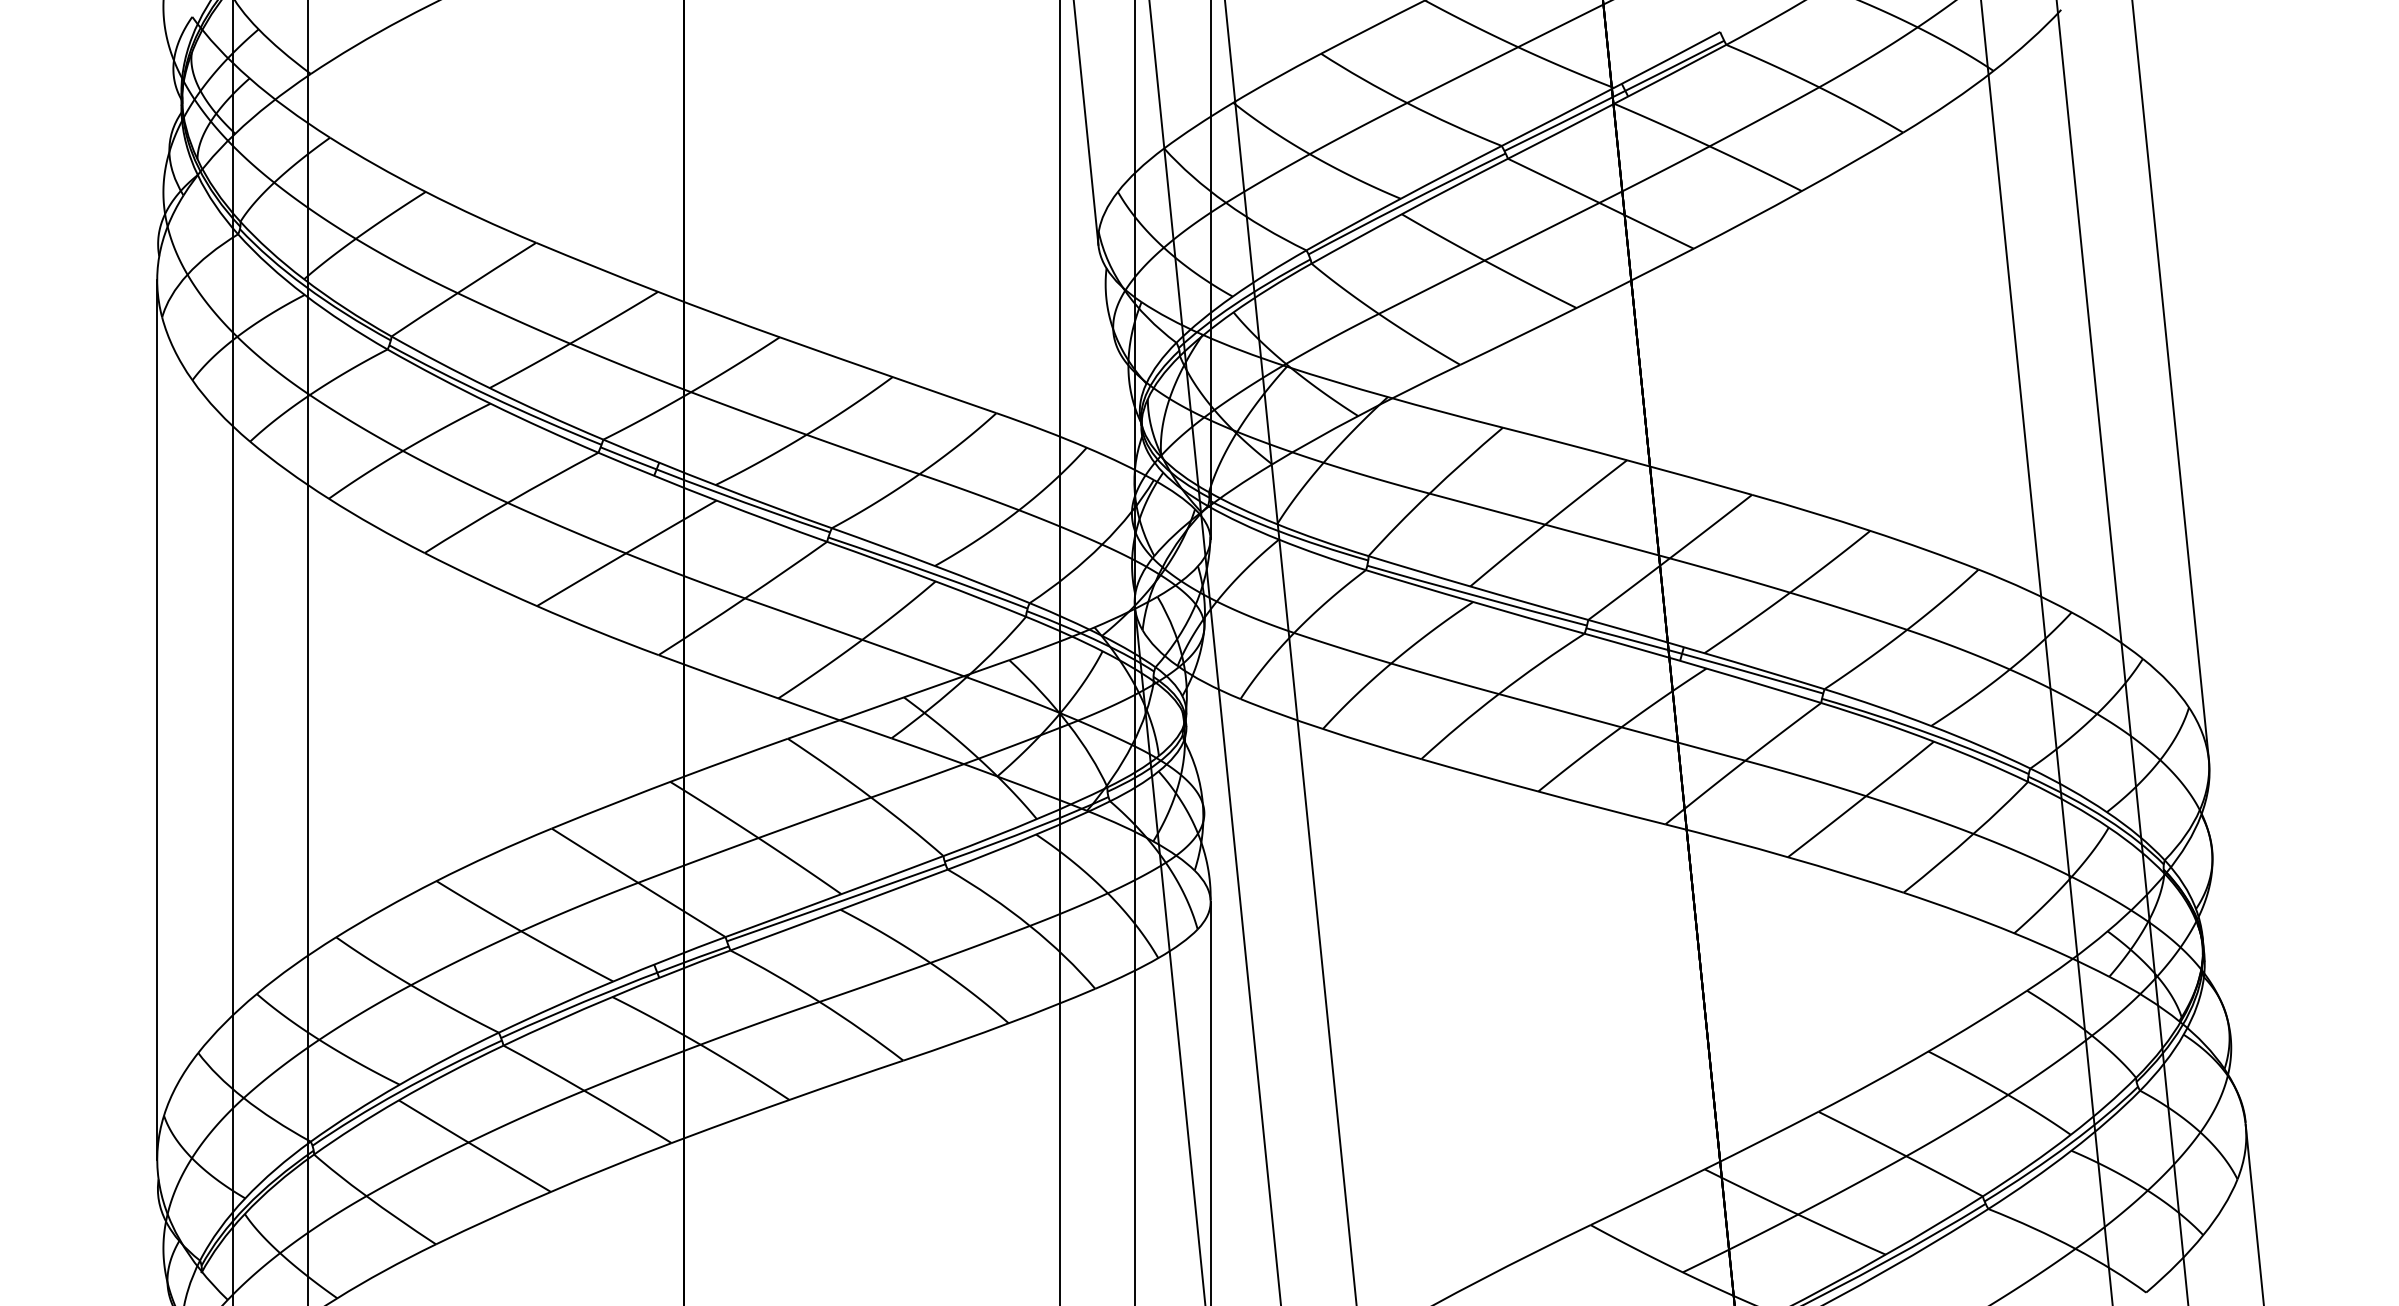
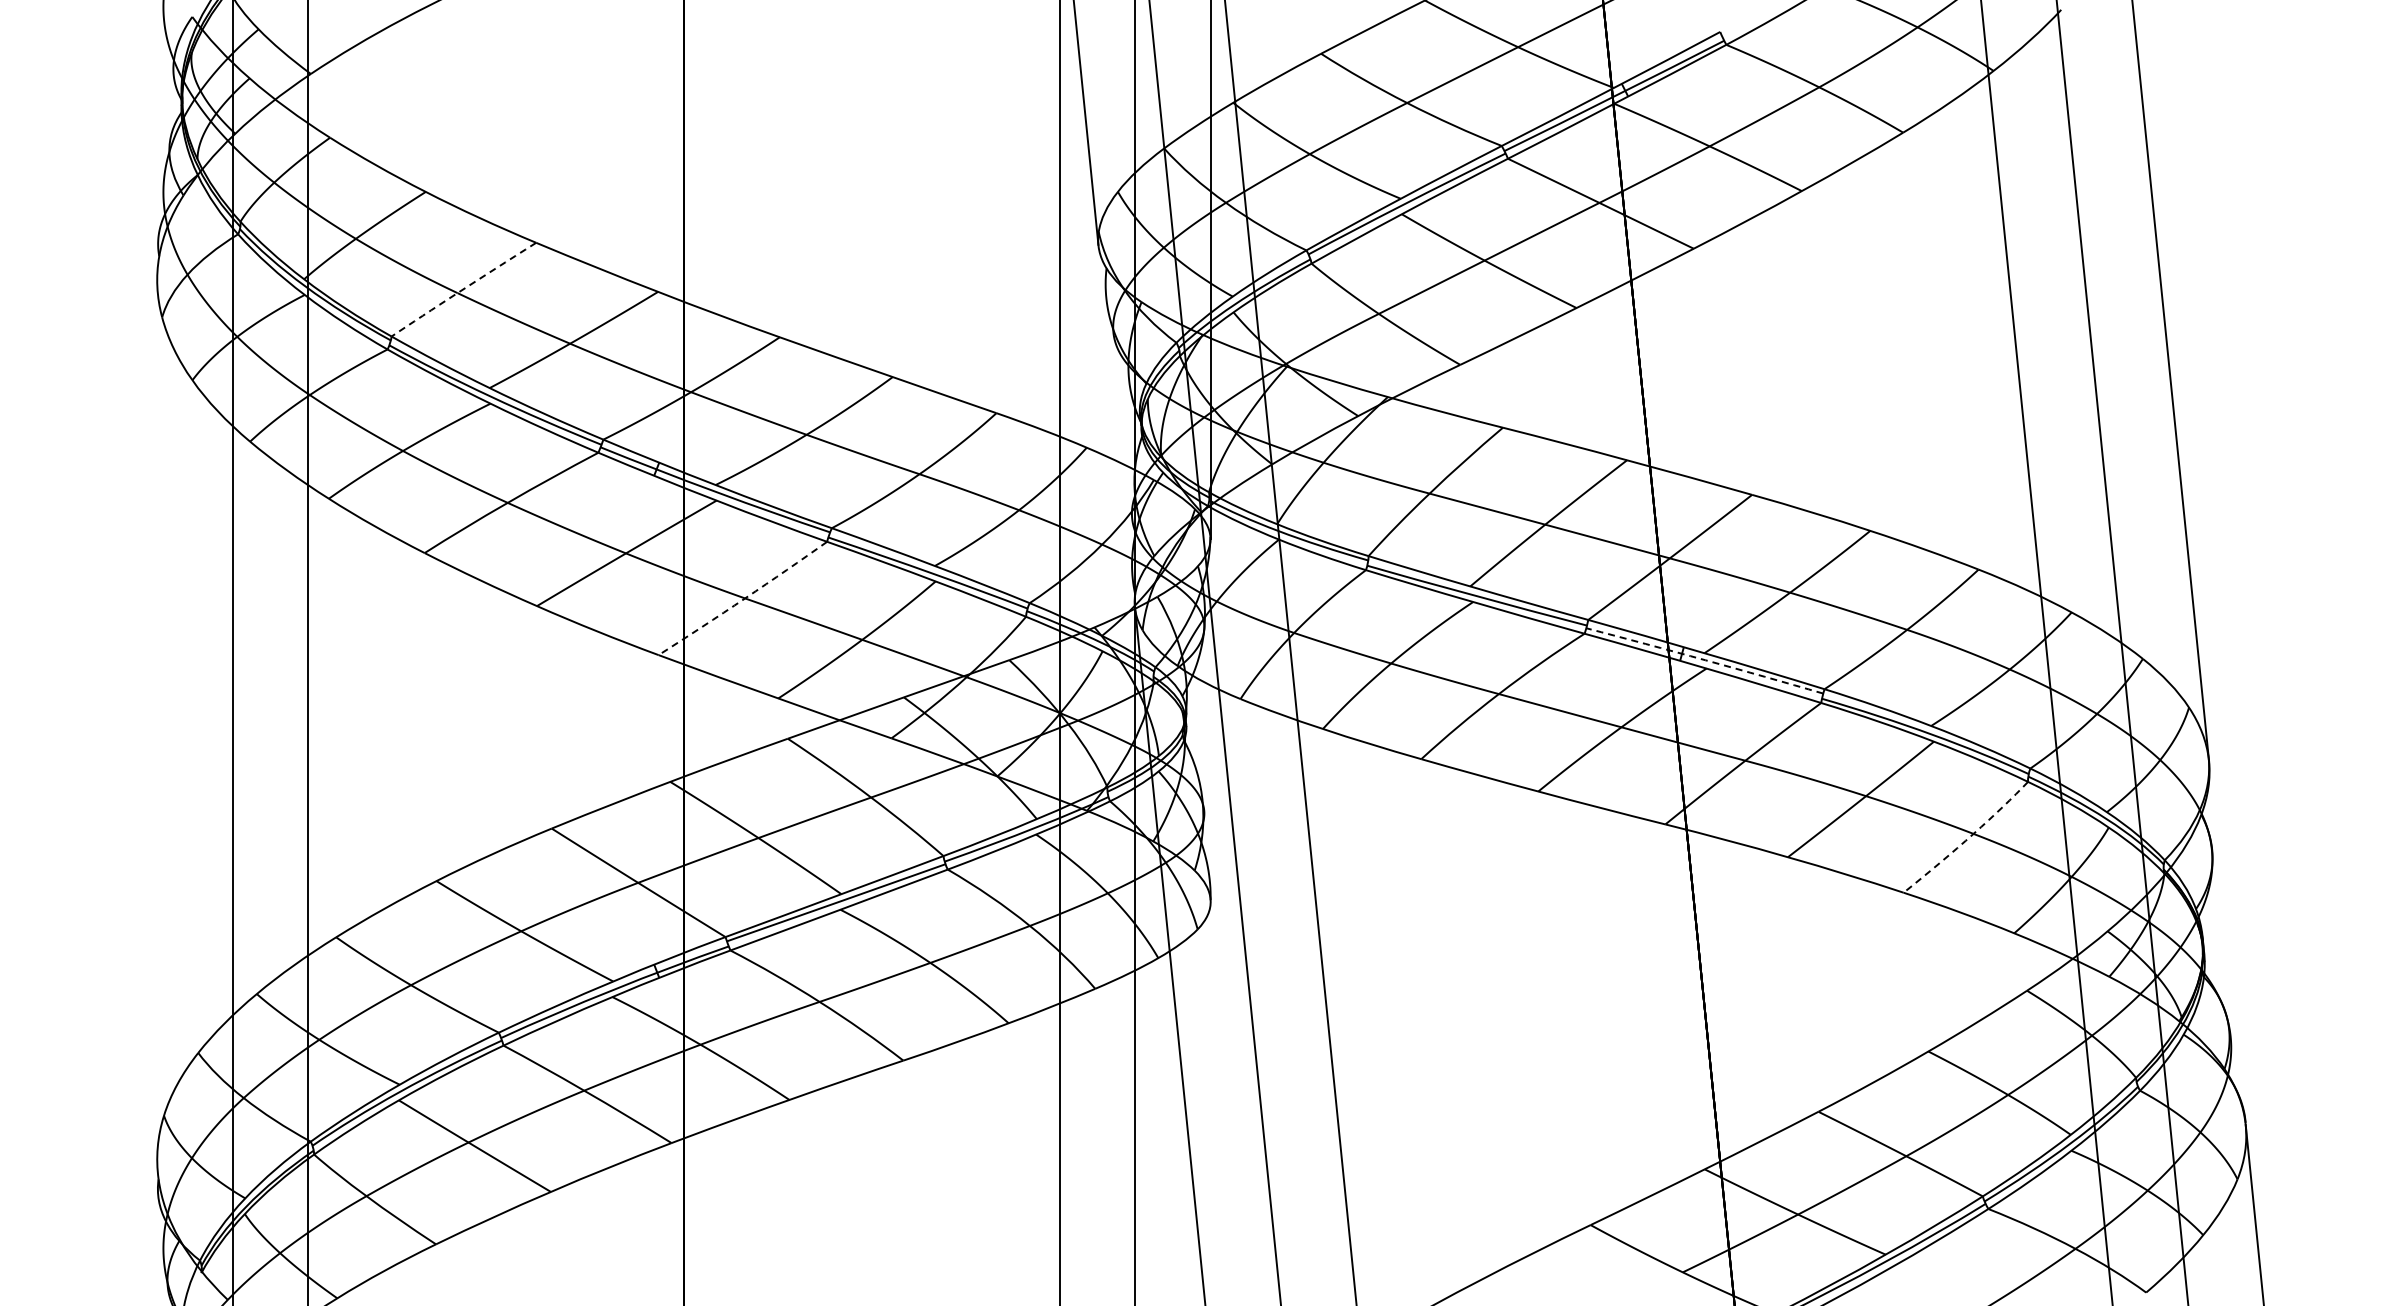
arc at (462, 289): solid -> dashed
arc at (744, 598): solid -> dashed
arc at (1705, 660): solid -> dashed
line at (157, 720): present -> none
arc at (1967, 839): solid -> dashed
line at (1210, 1102): present -> none
